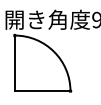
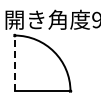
line at (14, 62): solid -> dashed
